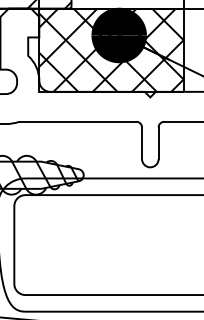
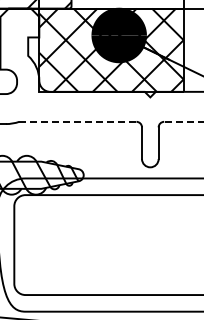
line at (77, 121): solid -> dashed
line at (183, 121): solid -> dashed
